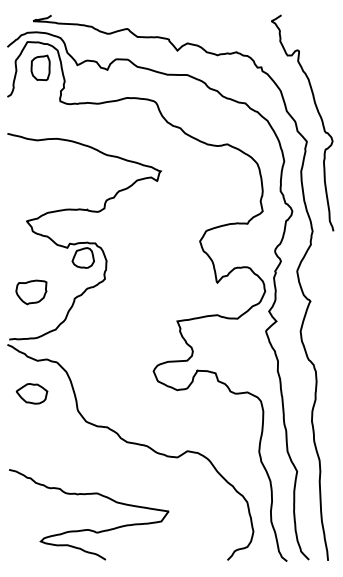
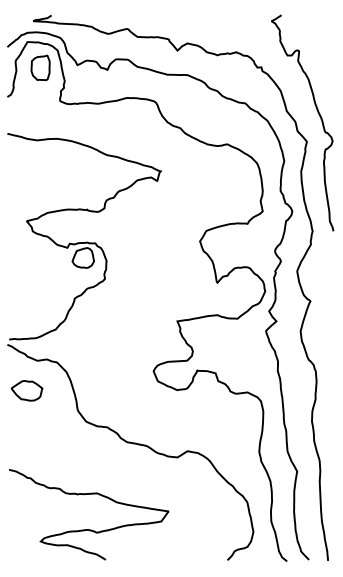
part at (31, 292): present -> none
part at (31, 393) position: (31, 393) -> (26, 390)
